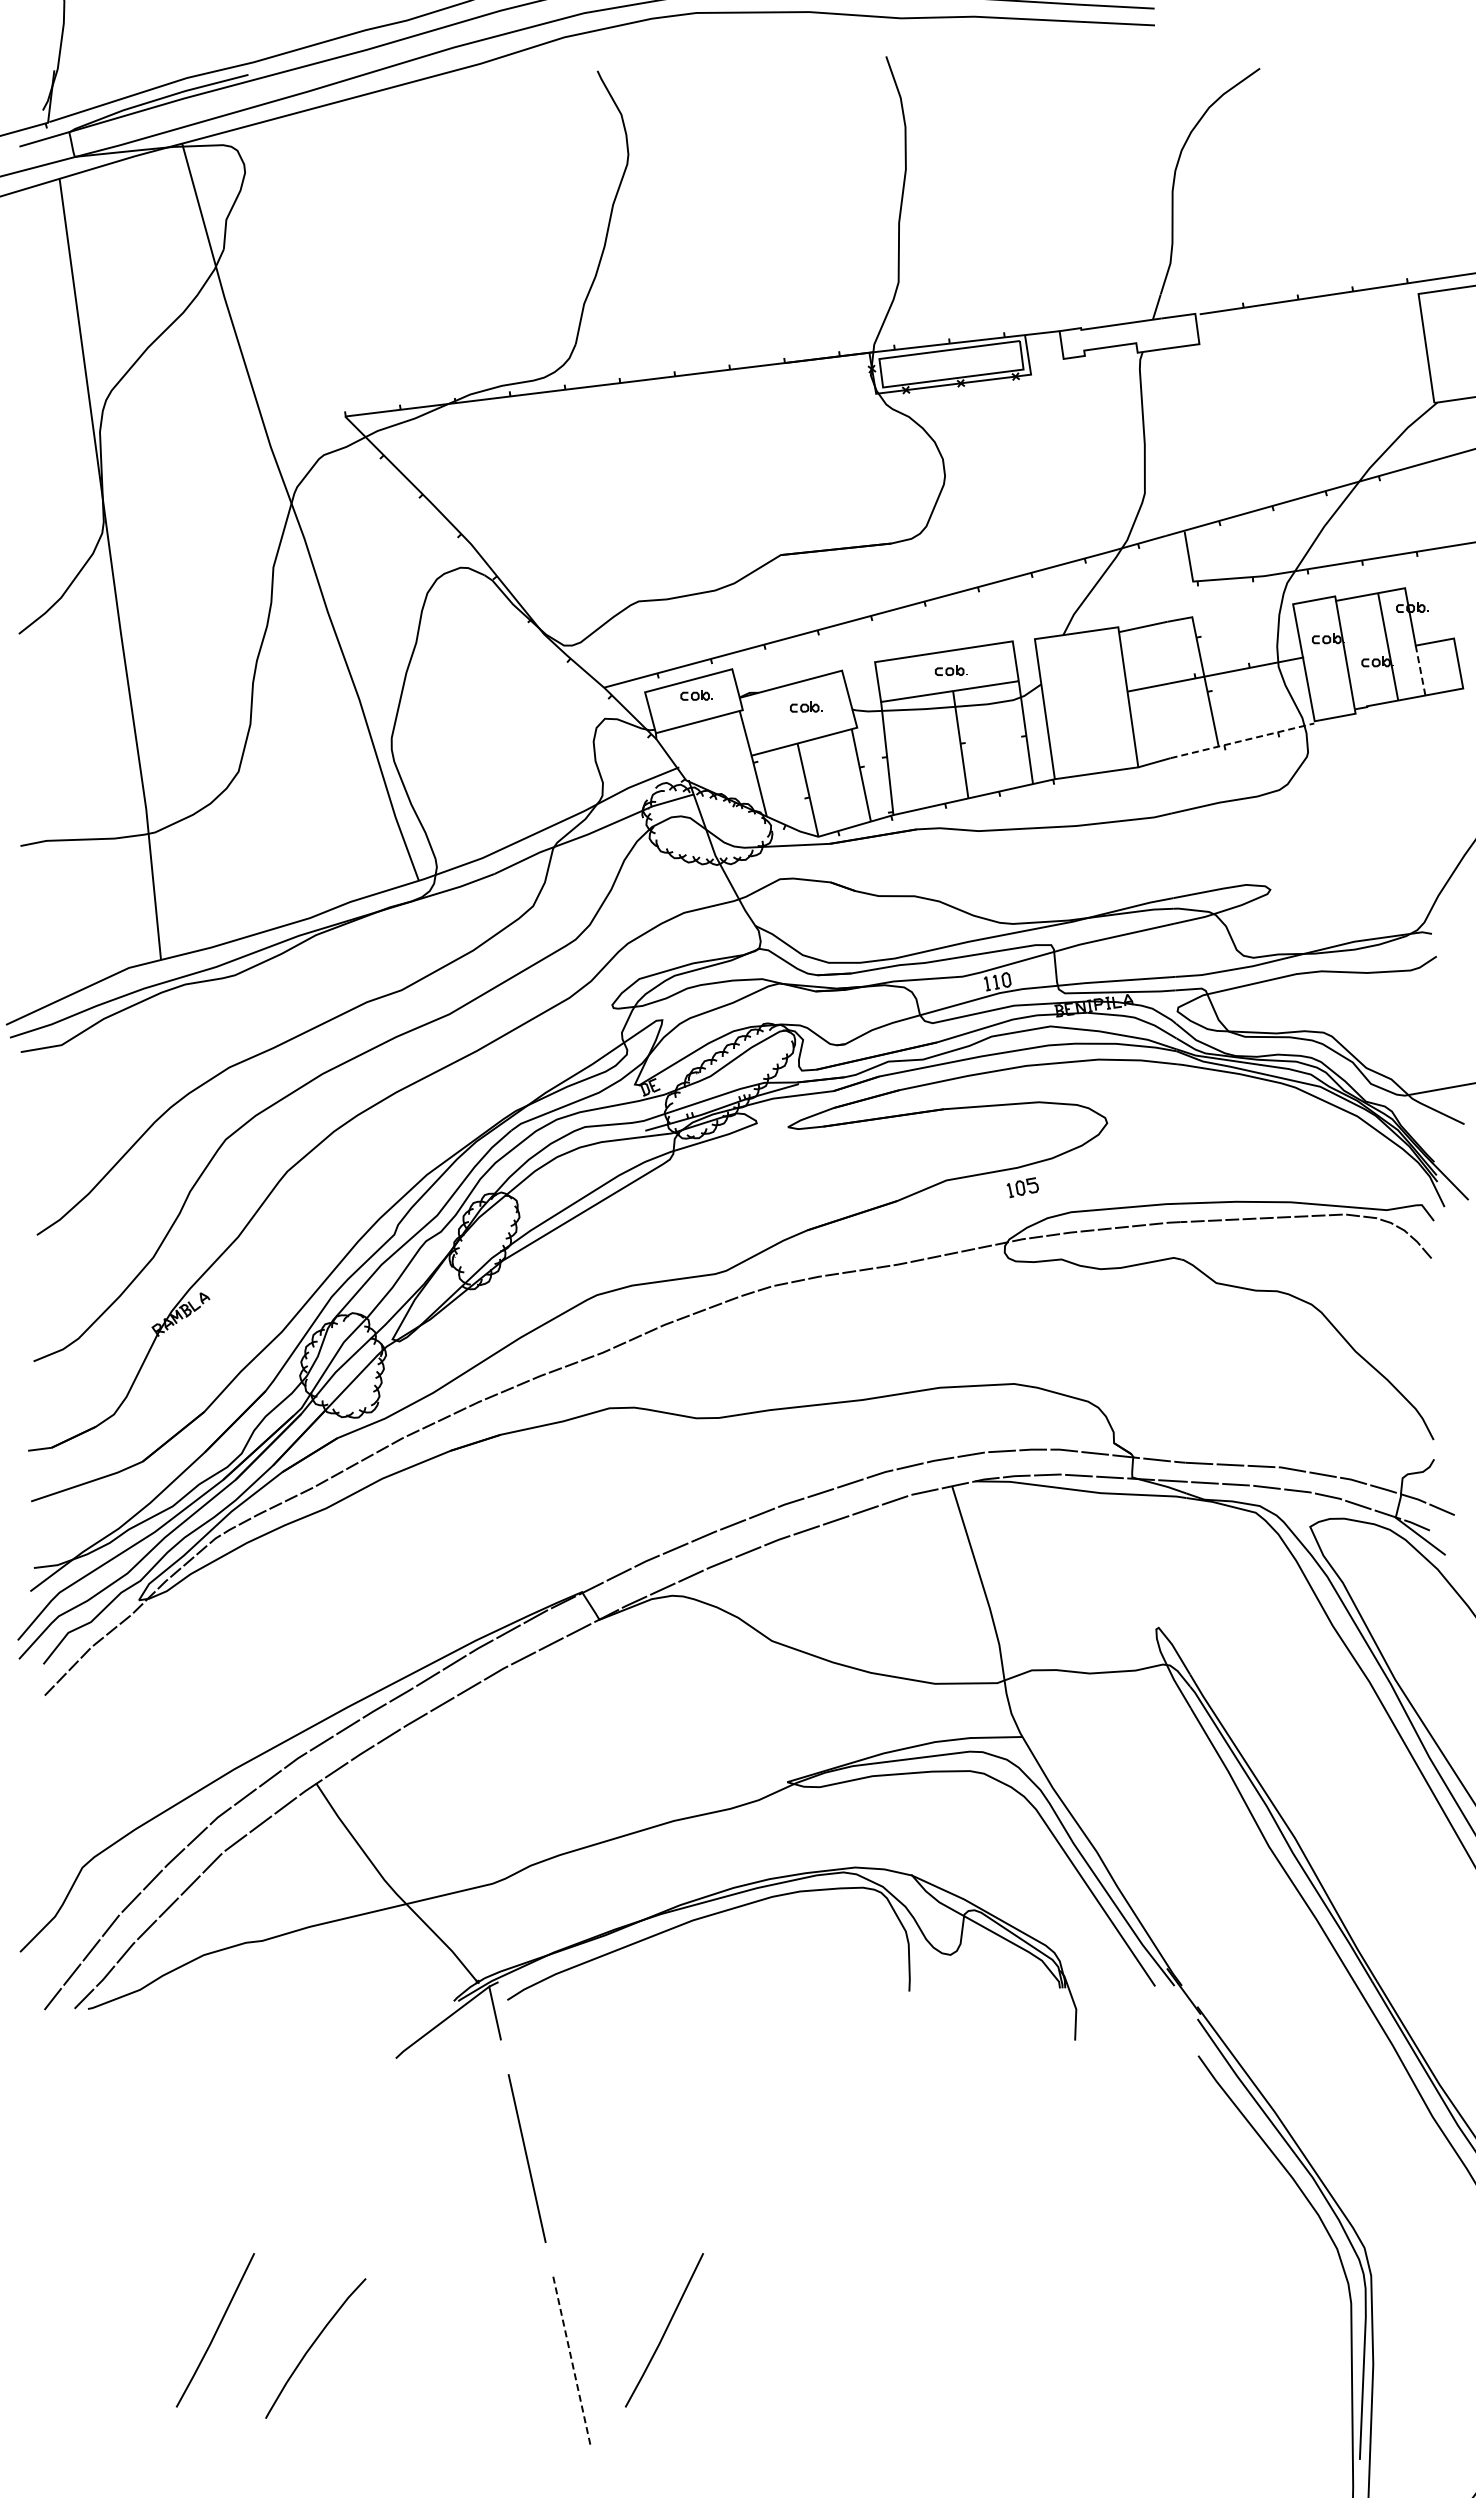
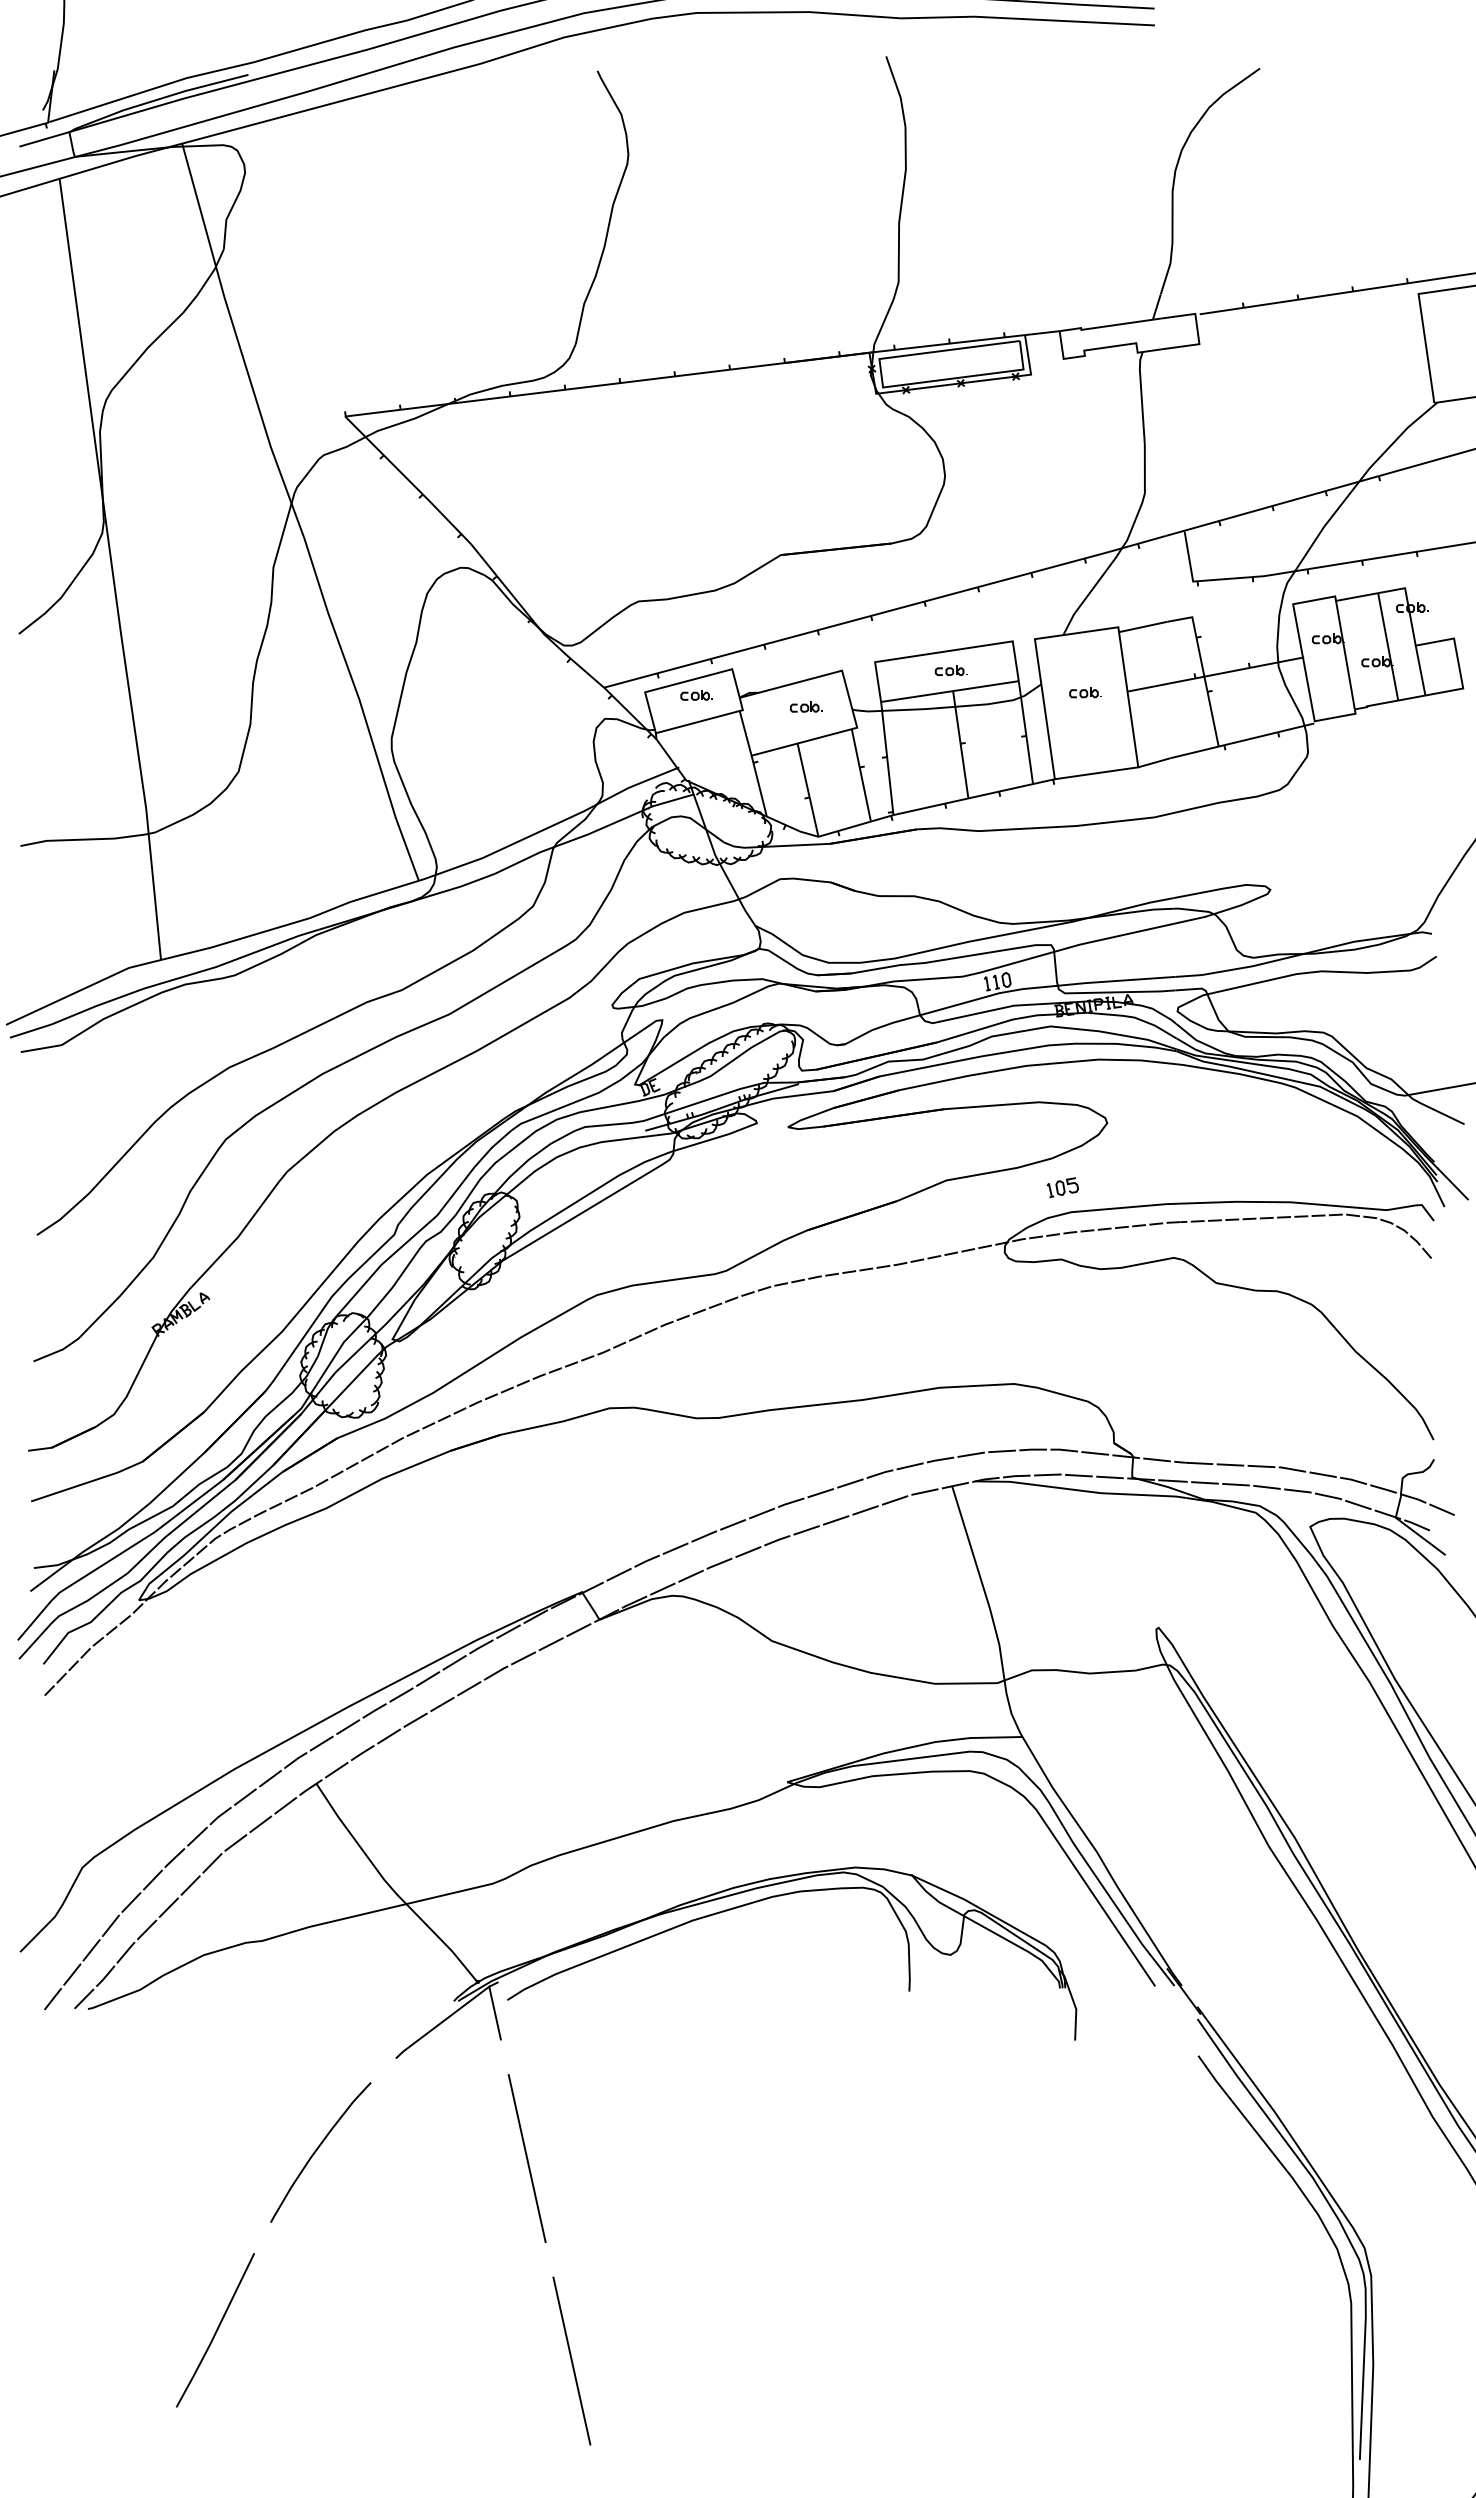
line at (1420, 670): dashed -> solid
part at (1085, 692): none -> present
line at (1243, 740): dashed -> solid
part at (1022, 1187) position: (1022, 1187) -> (1062, 1187)
curve at (664, 2331): present -> none
curve at (313, 2345) position: (313, 2345) -> (318, 2149)
line at (572, 2361): dashed -> solid
